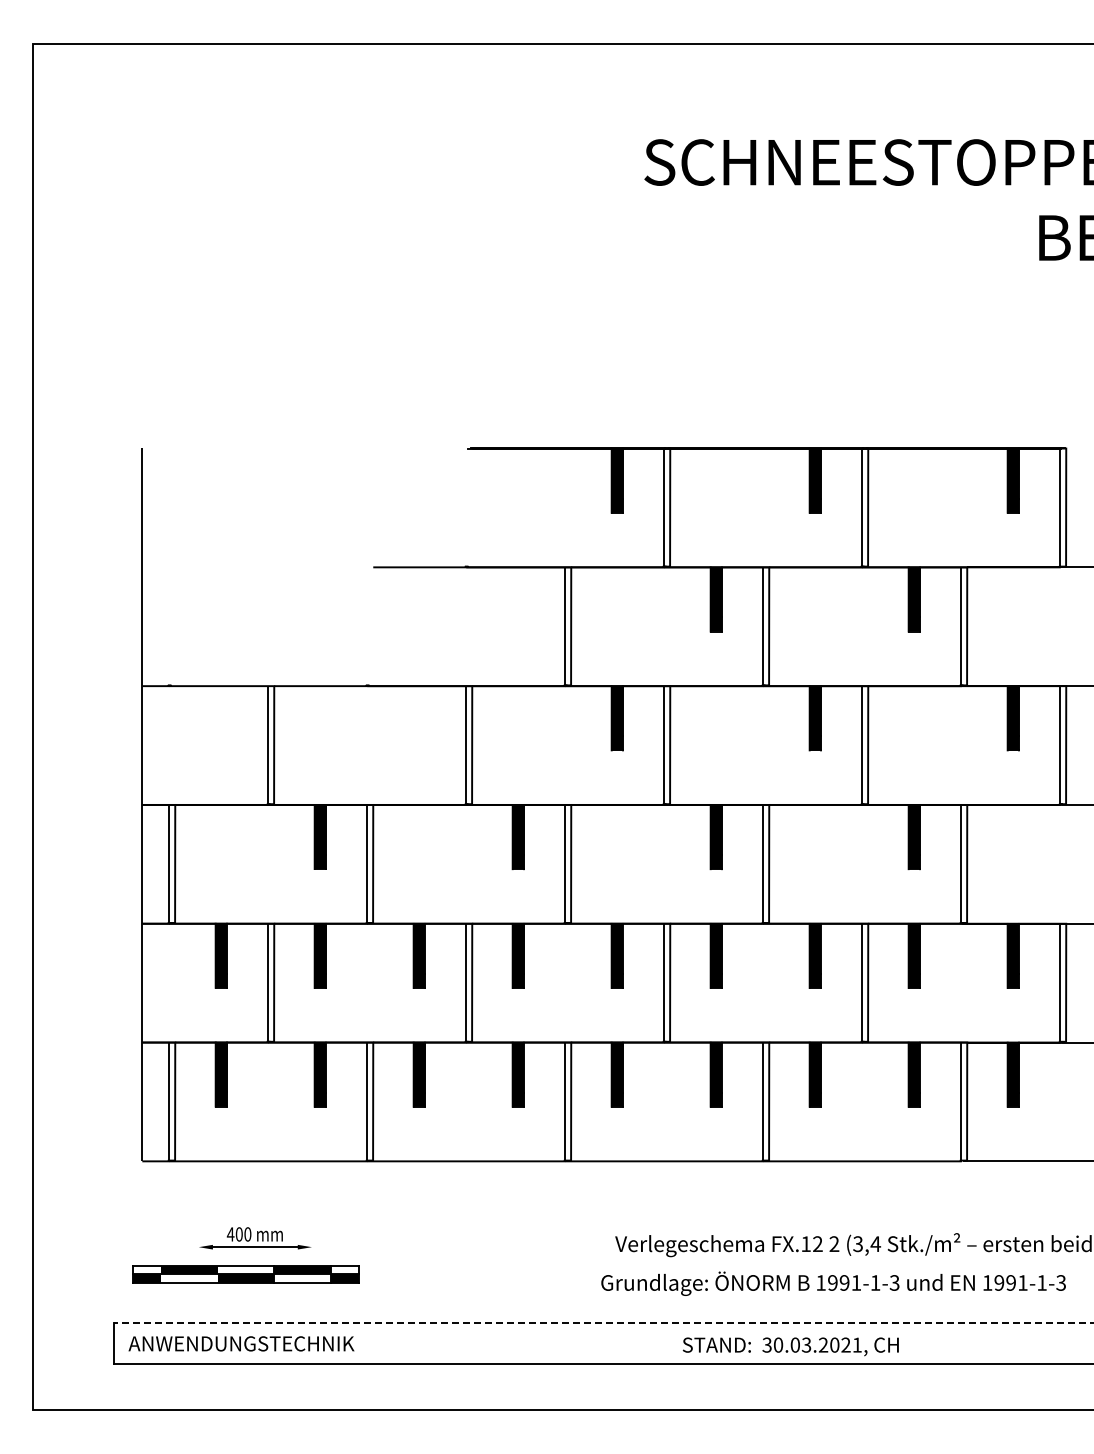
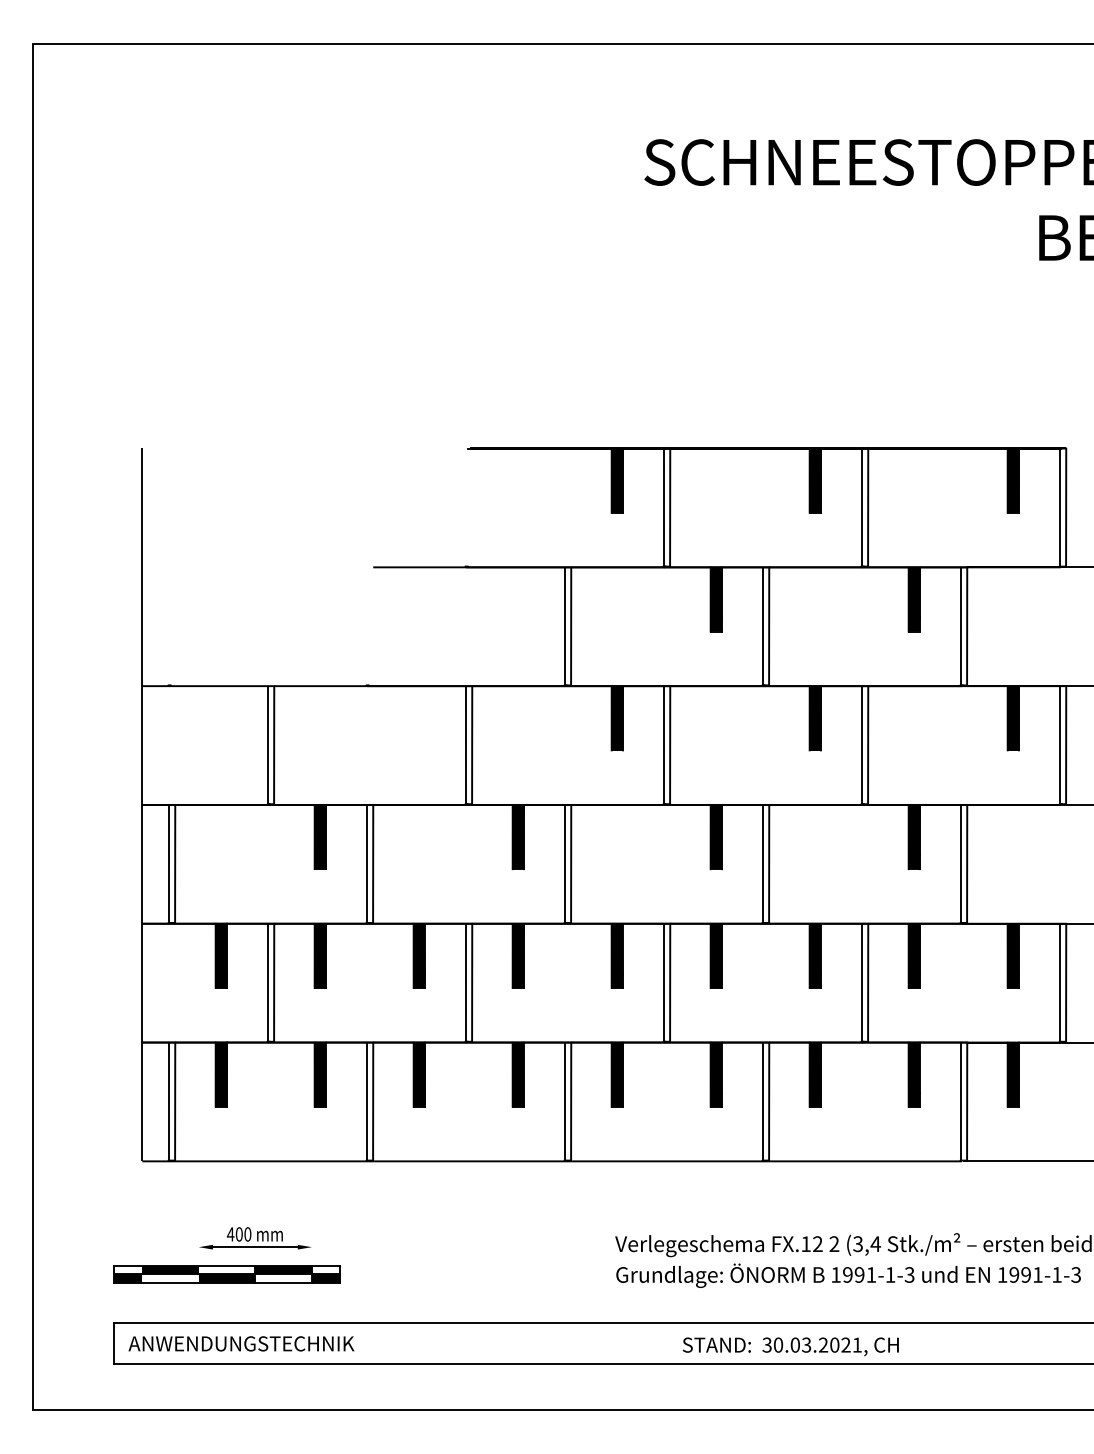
part at (245, 1274) position: (245, 1274) -> (226, 1274)
text at (833, 1283) position: (833, 1283) -> (848, 1275)
line at (603, 1323): dashed -> solid
